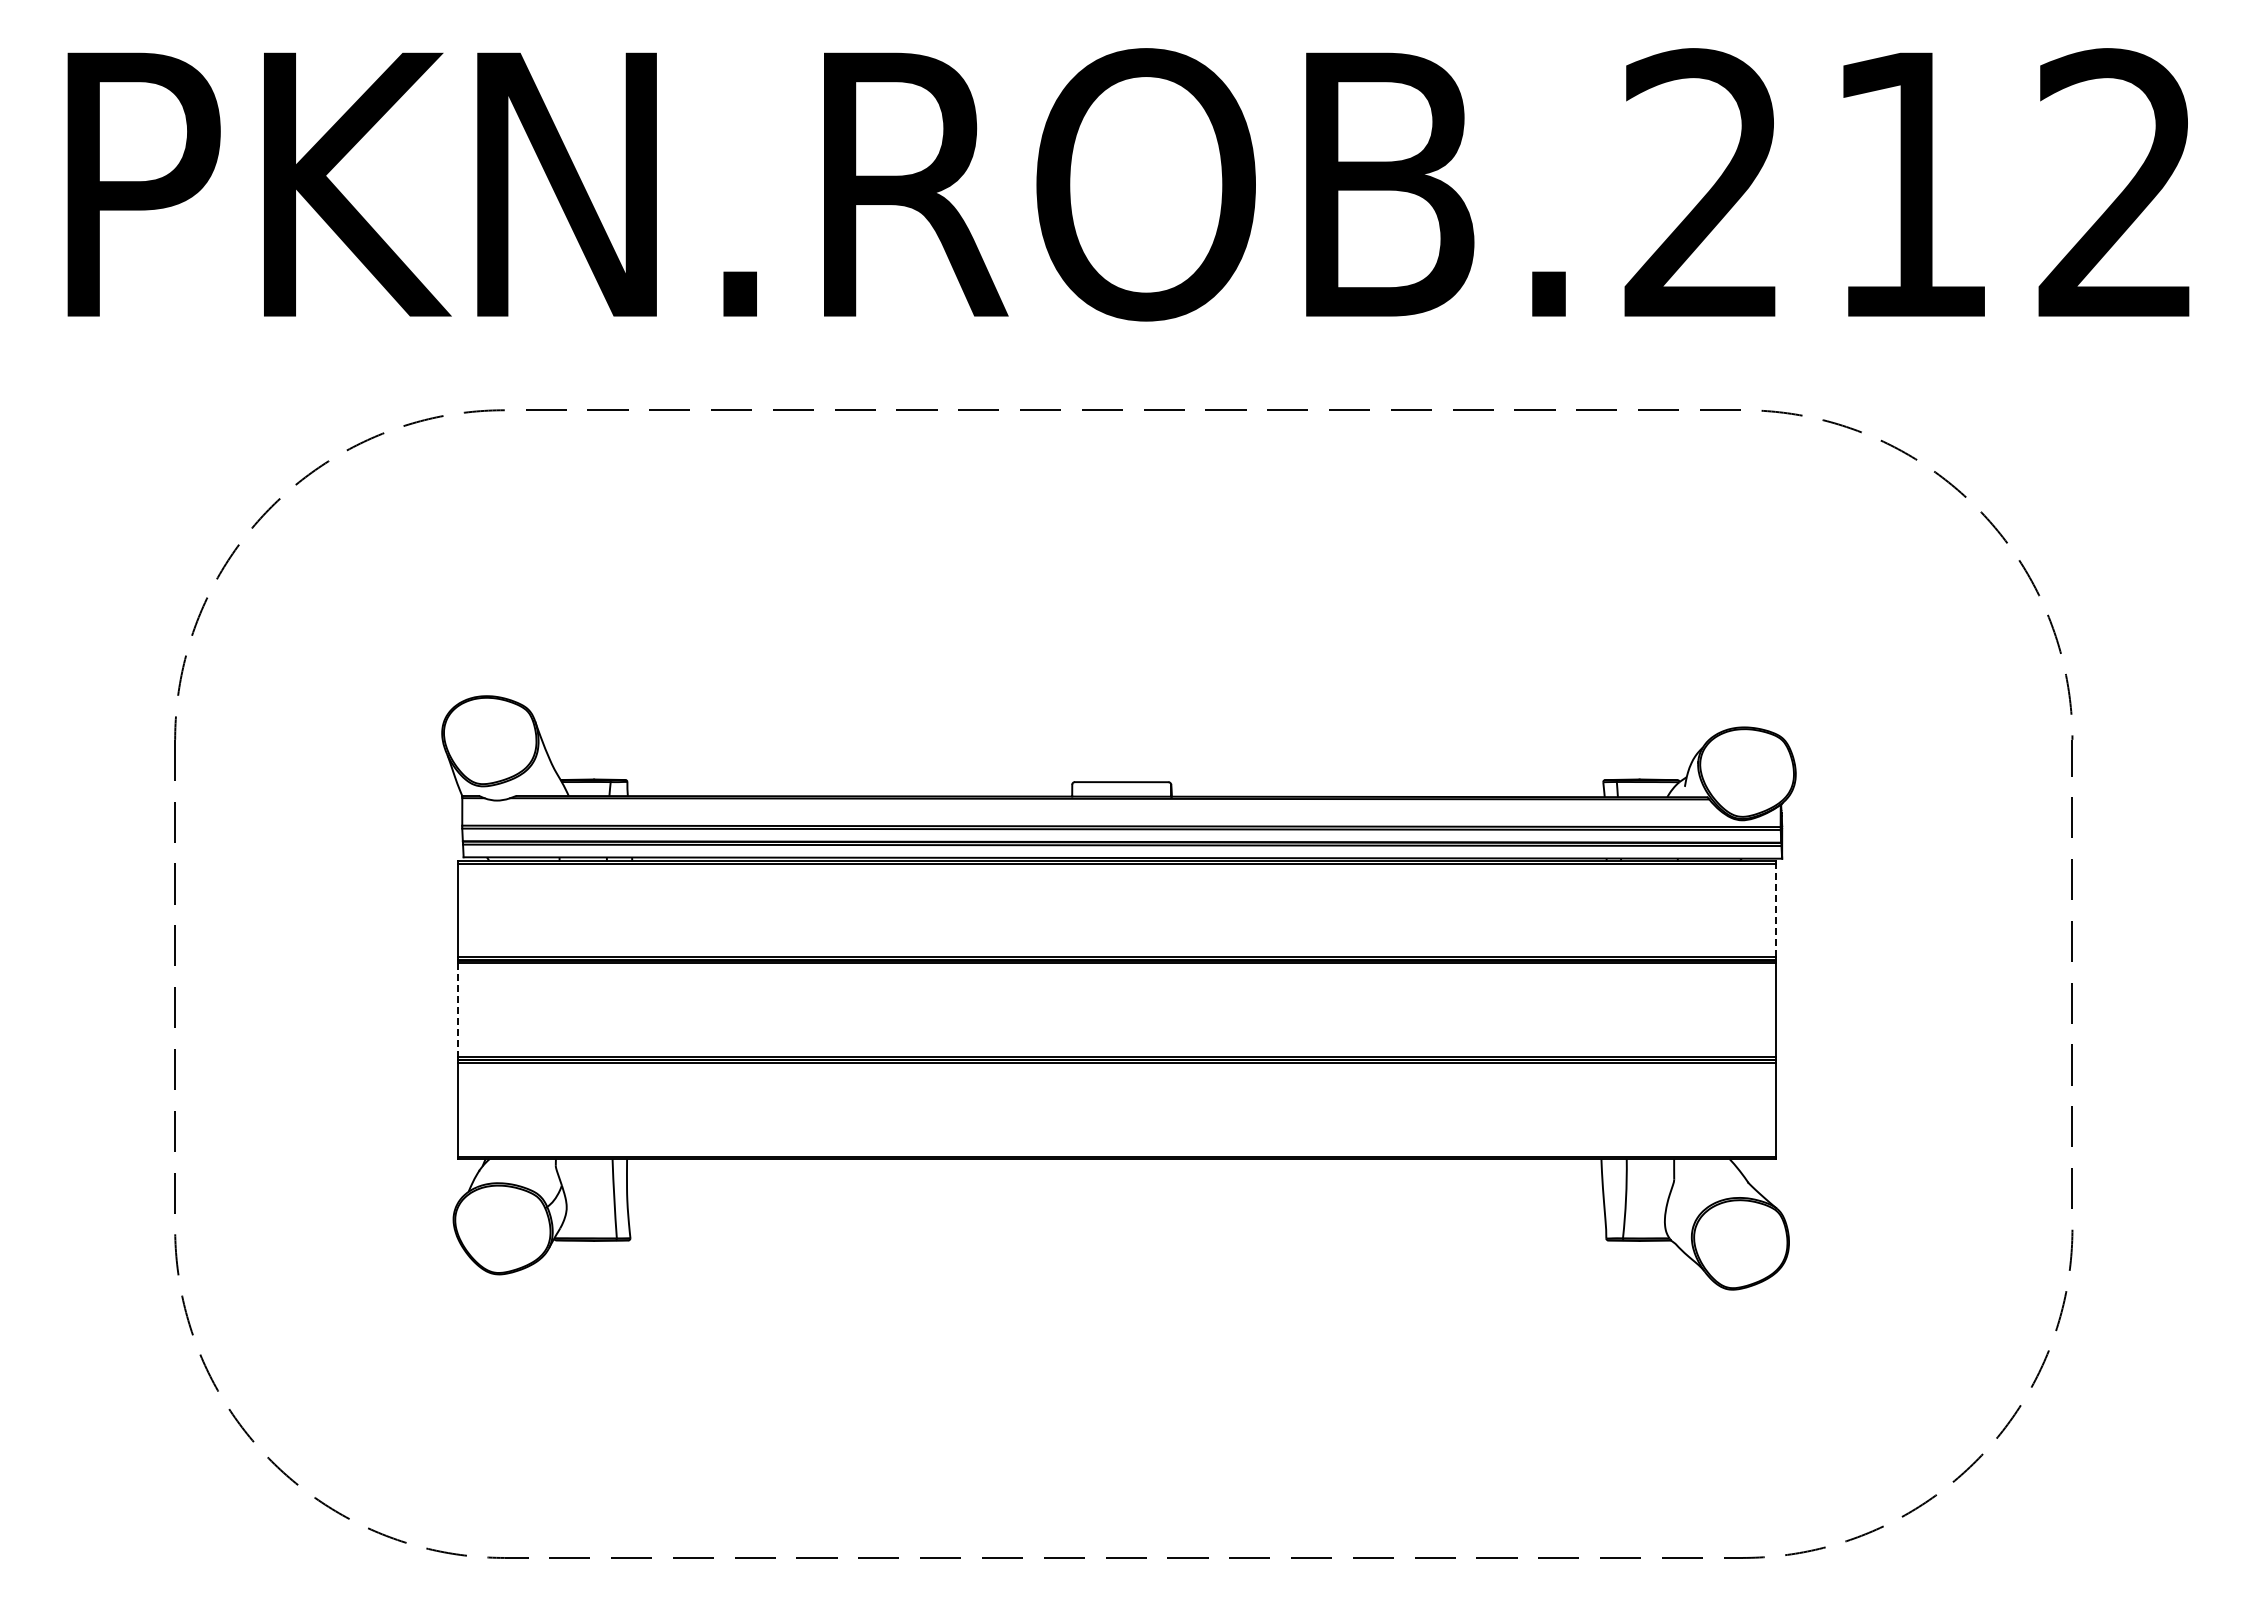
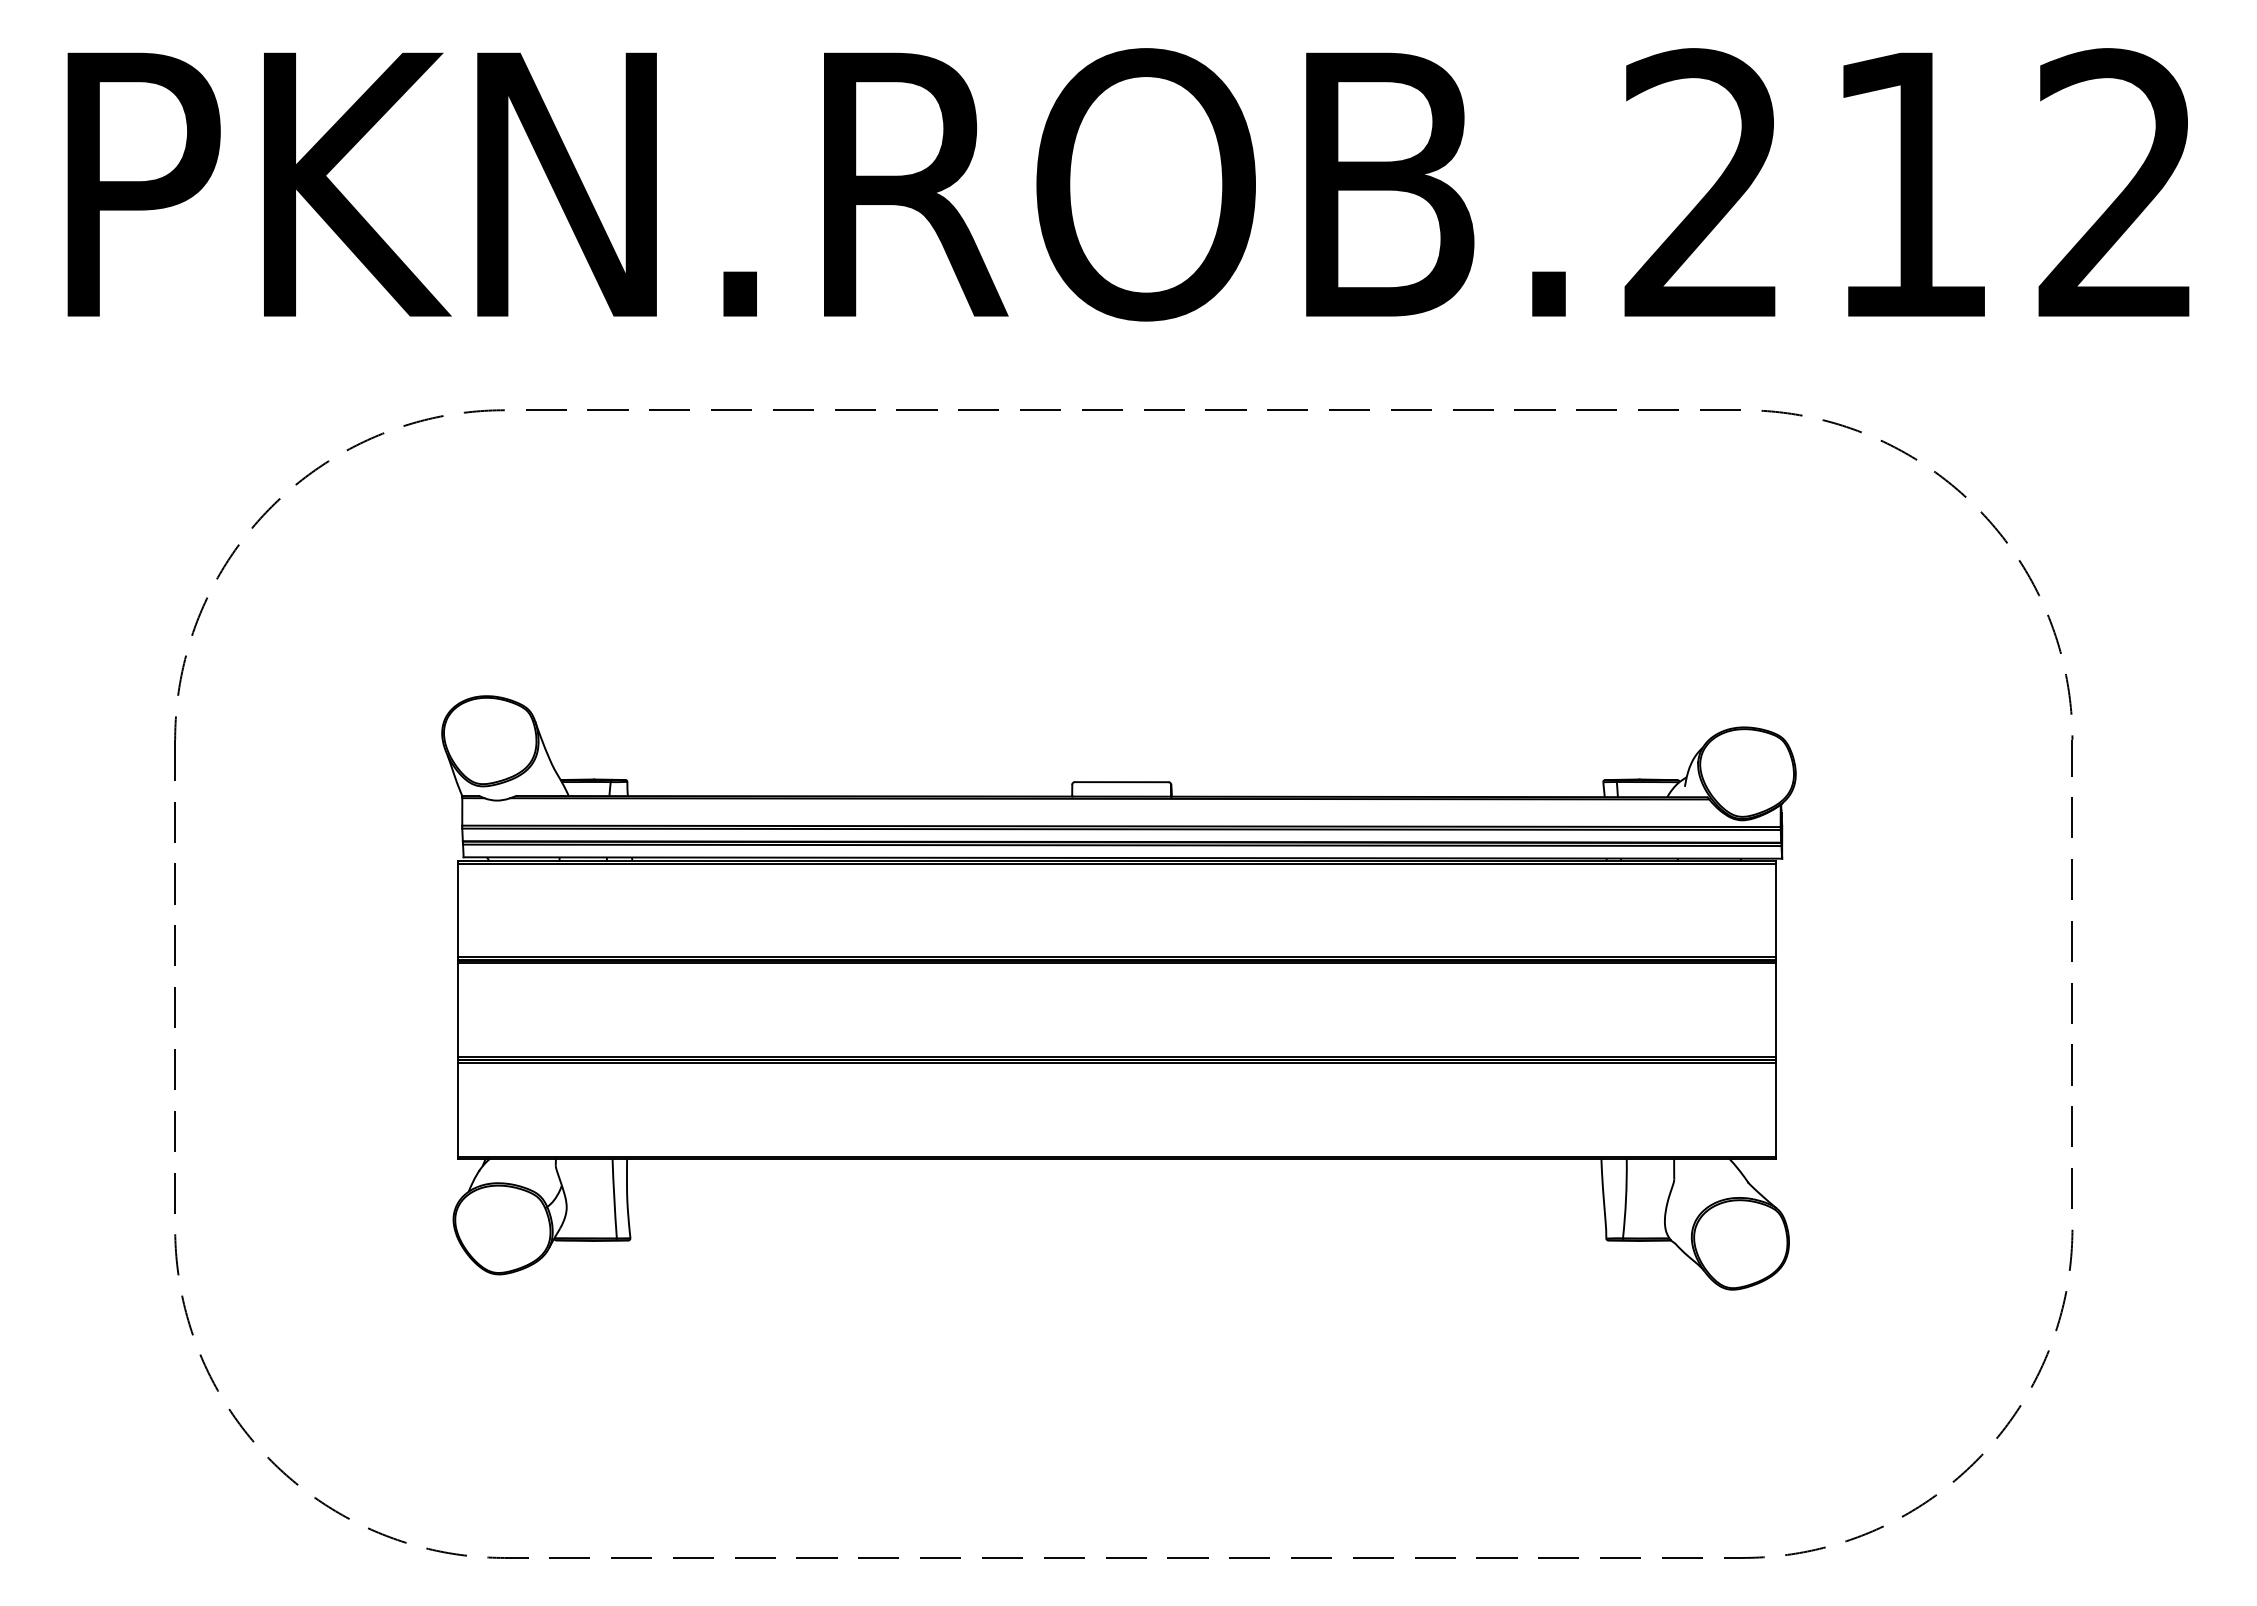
line at (1776, 910): dashed -> solid
line at (457, 1010): dashed -> solid
